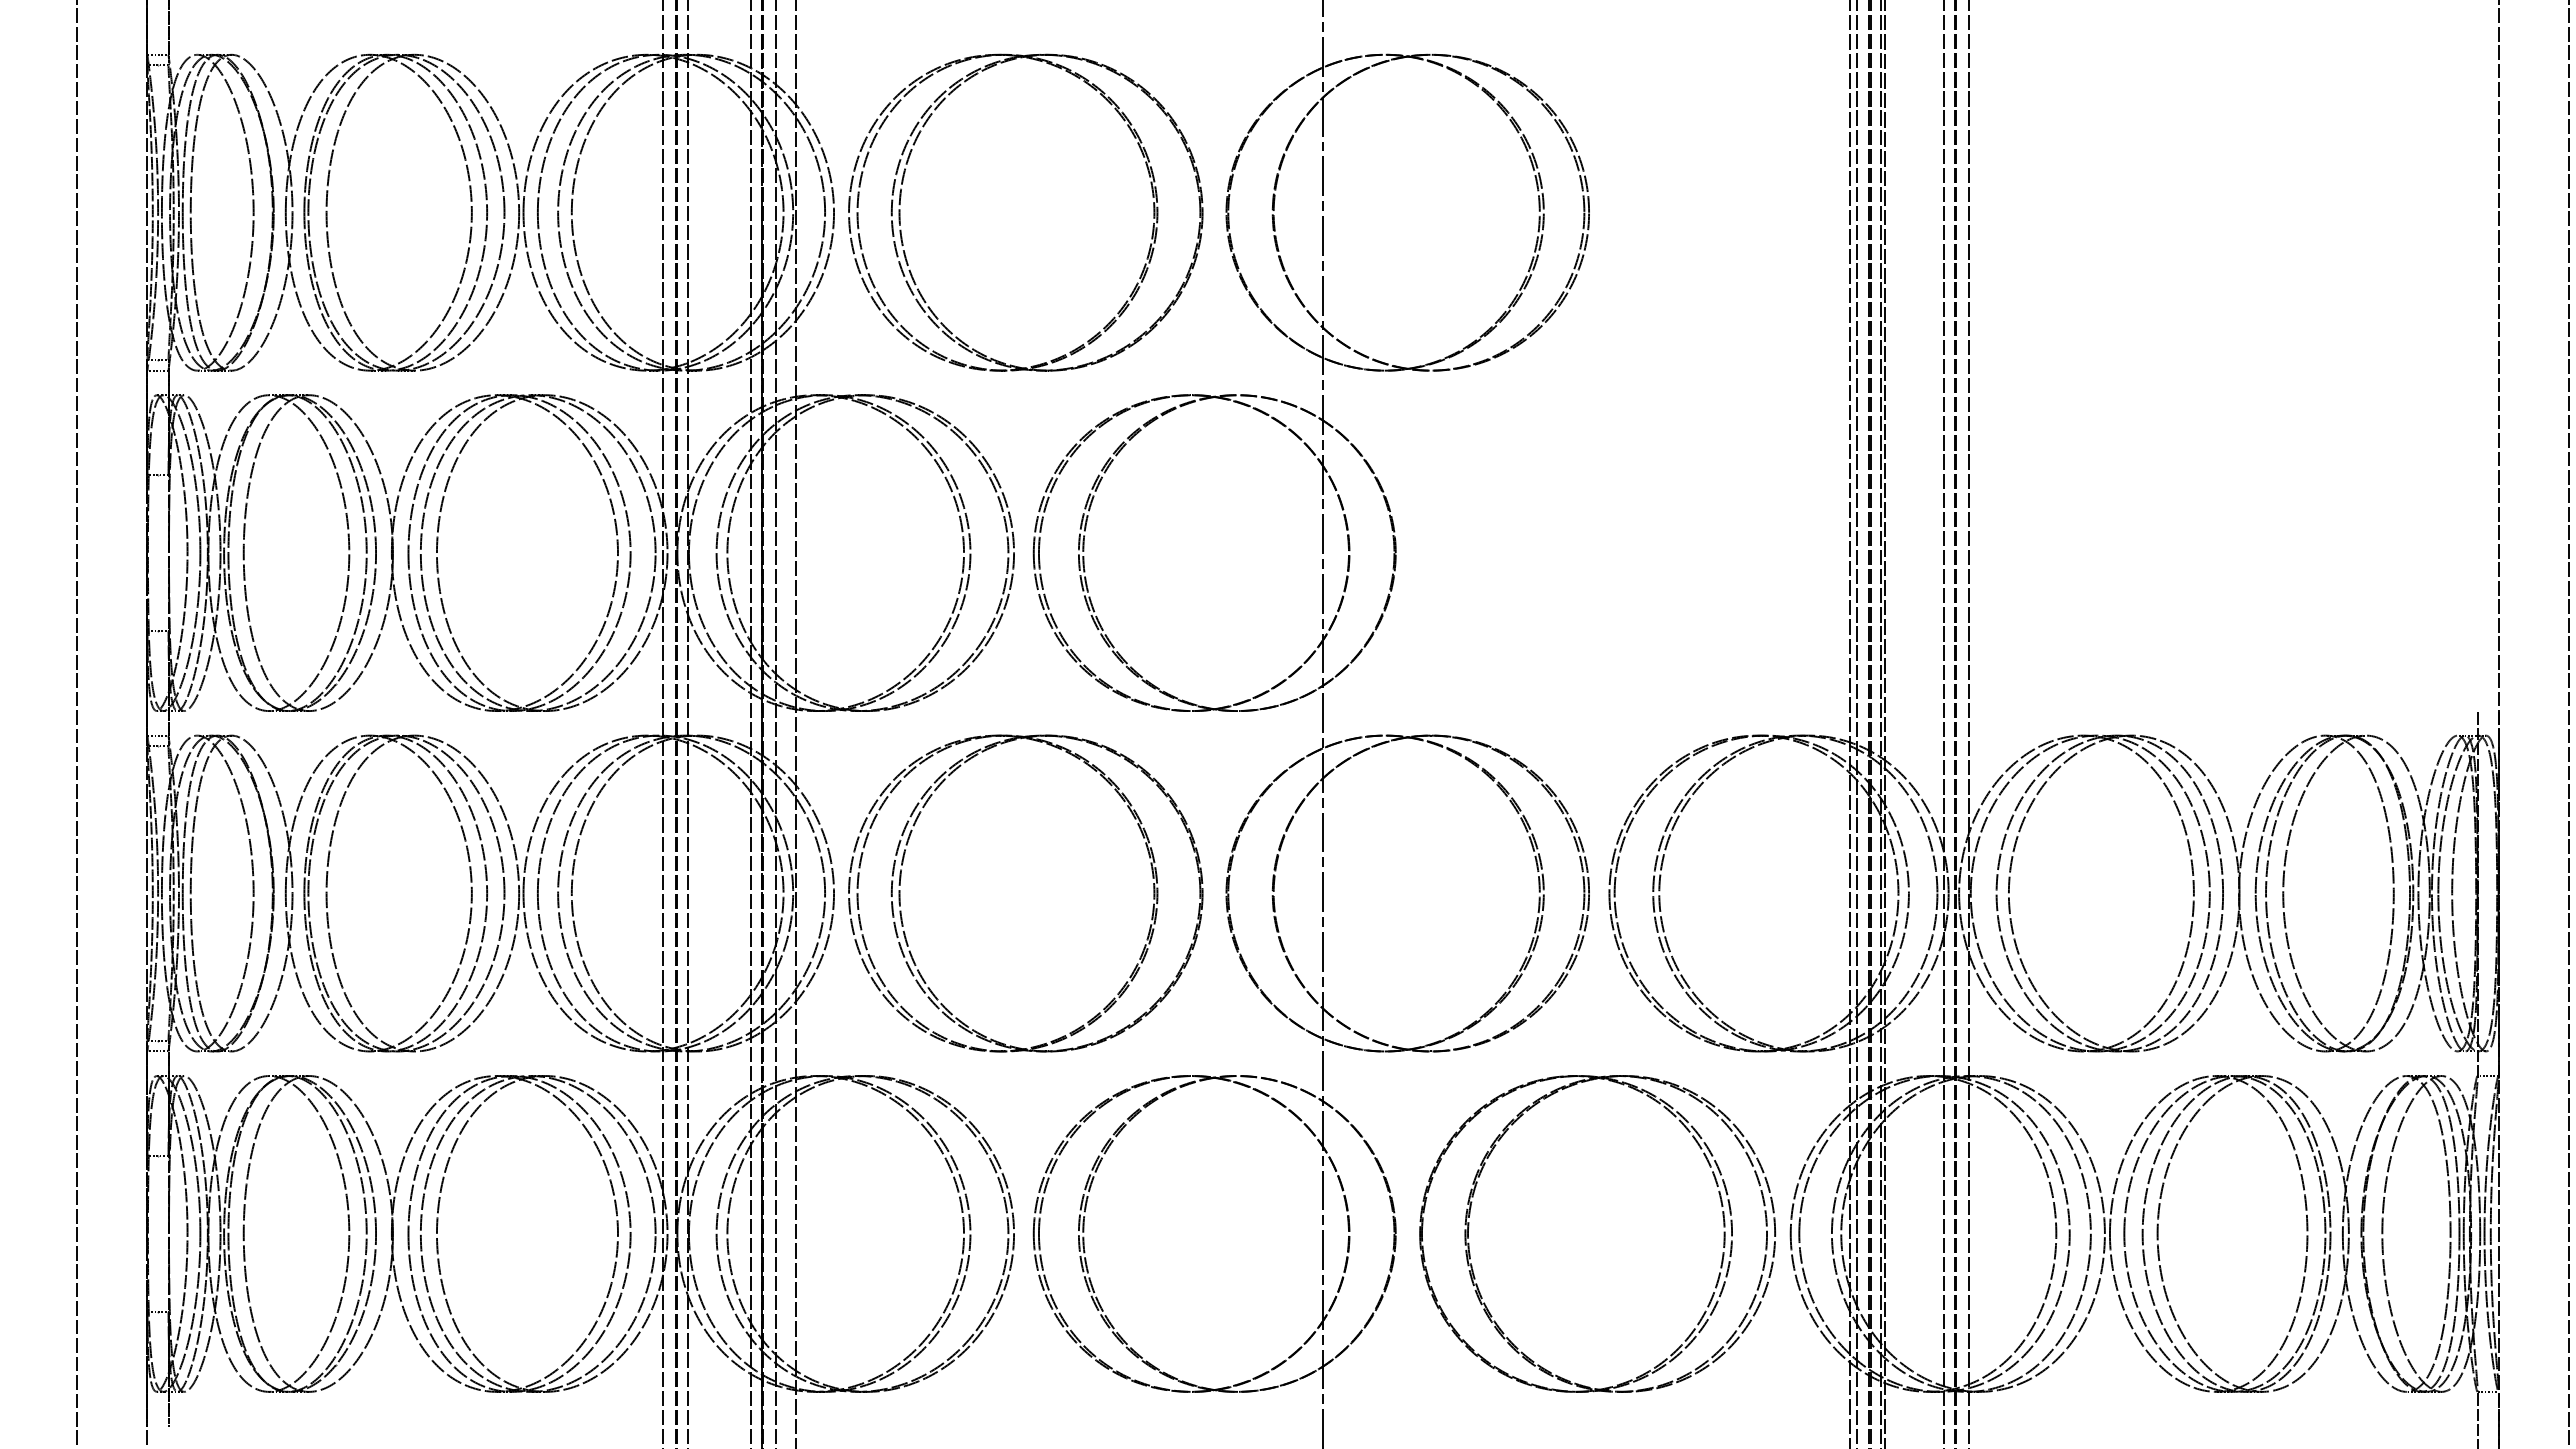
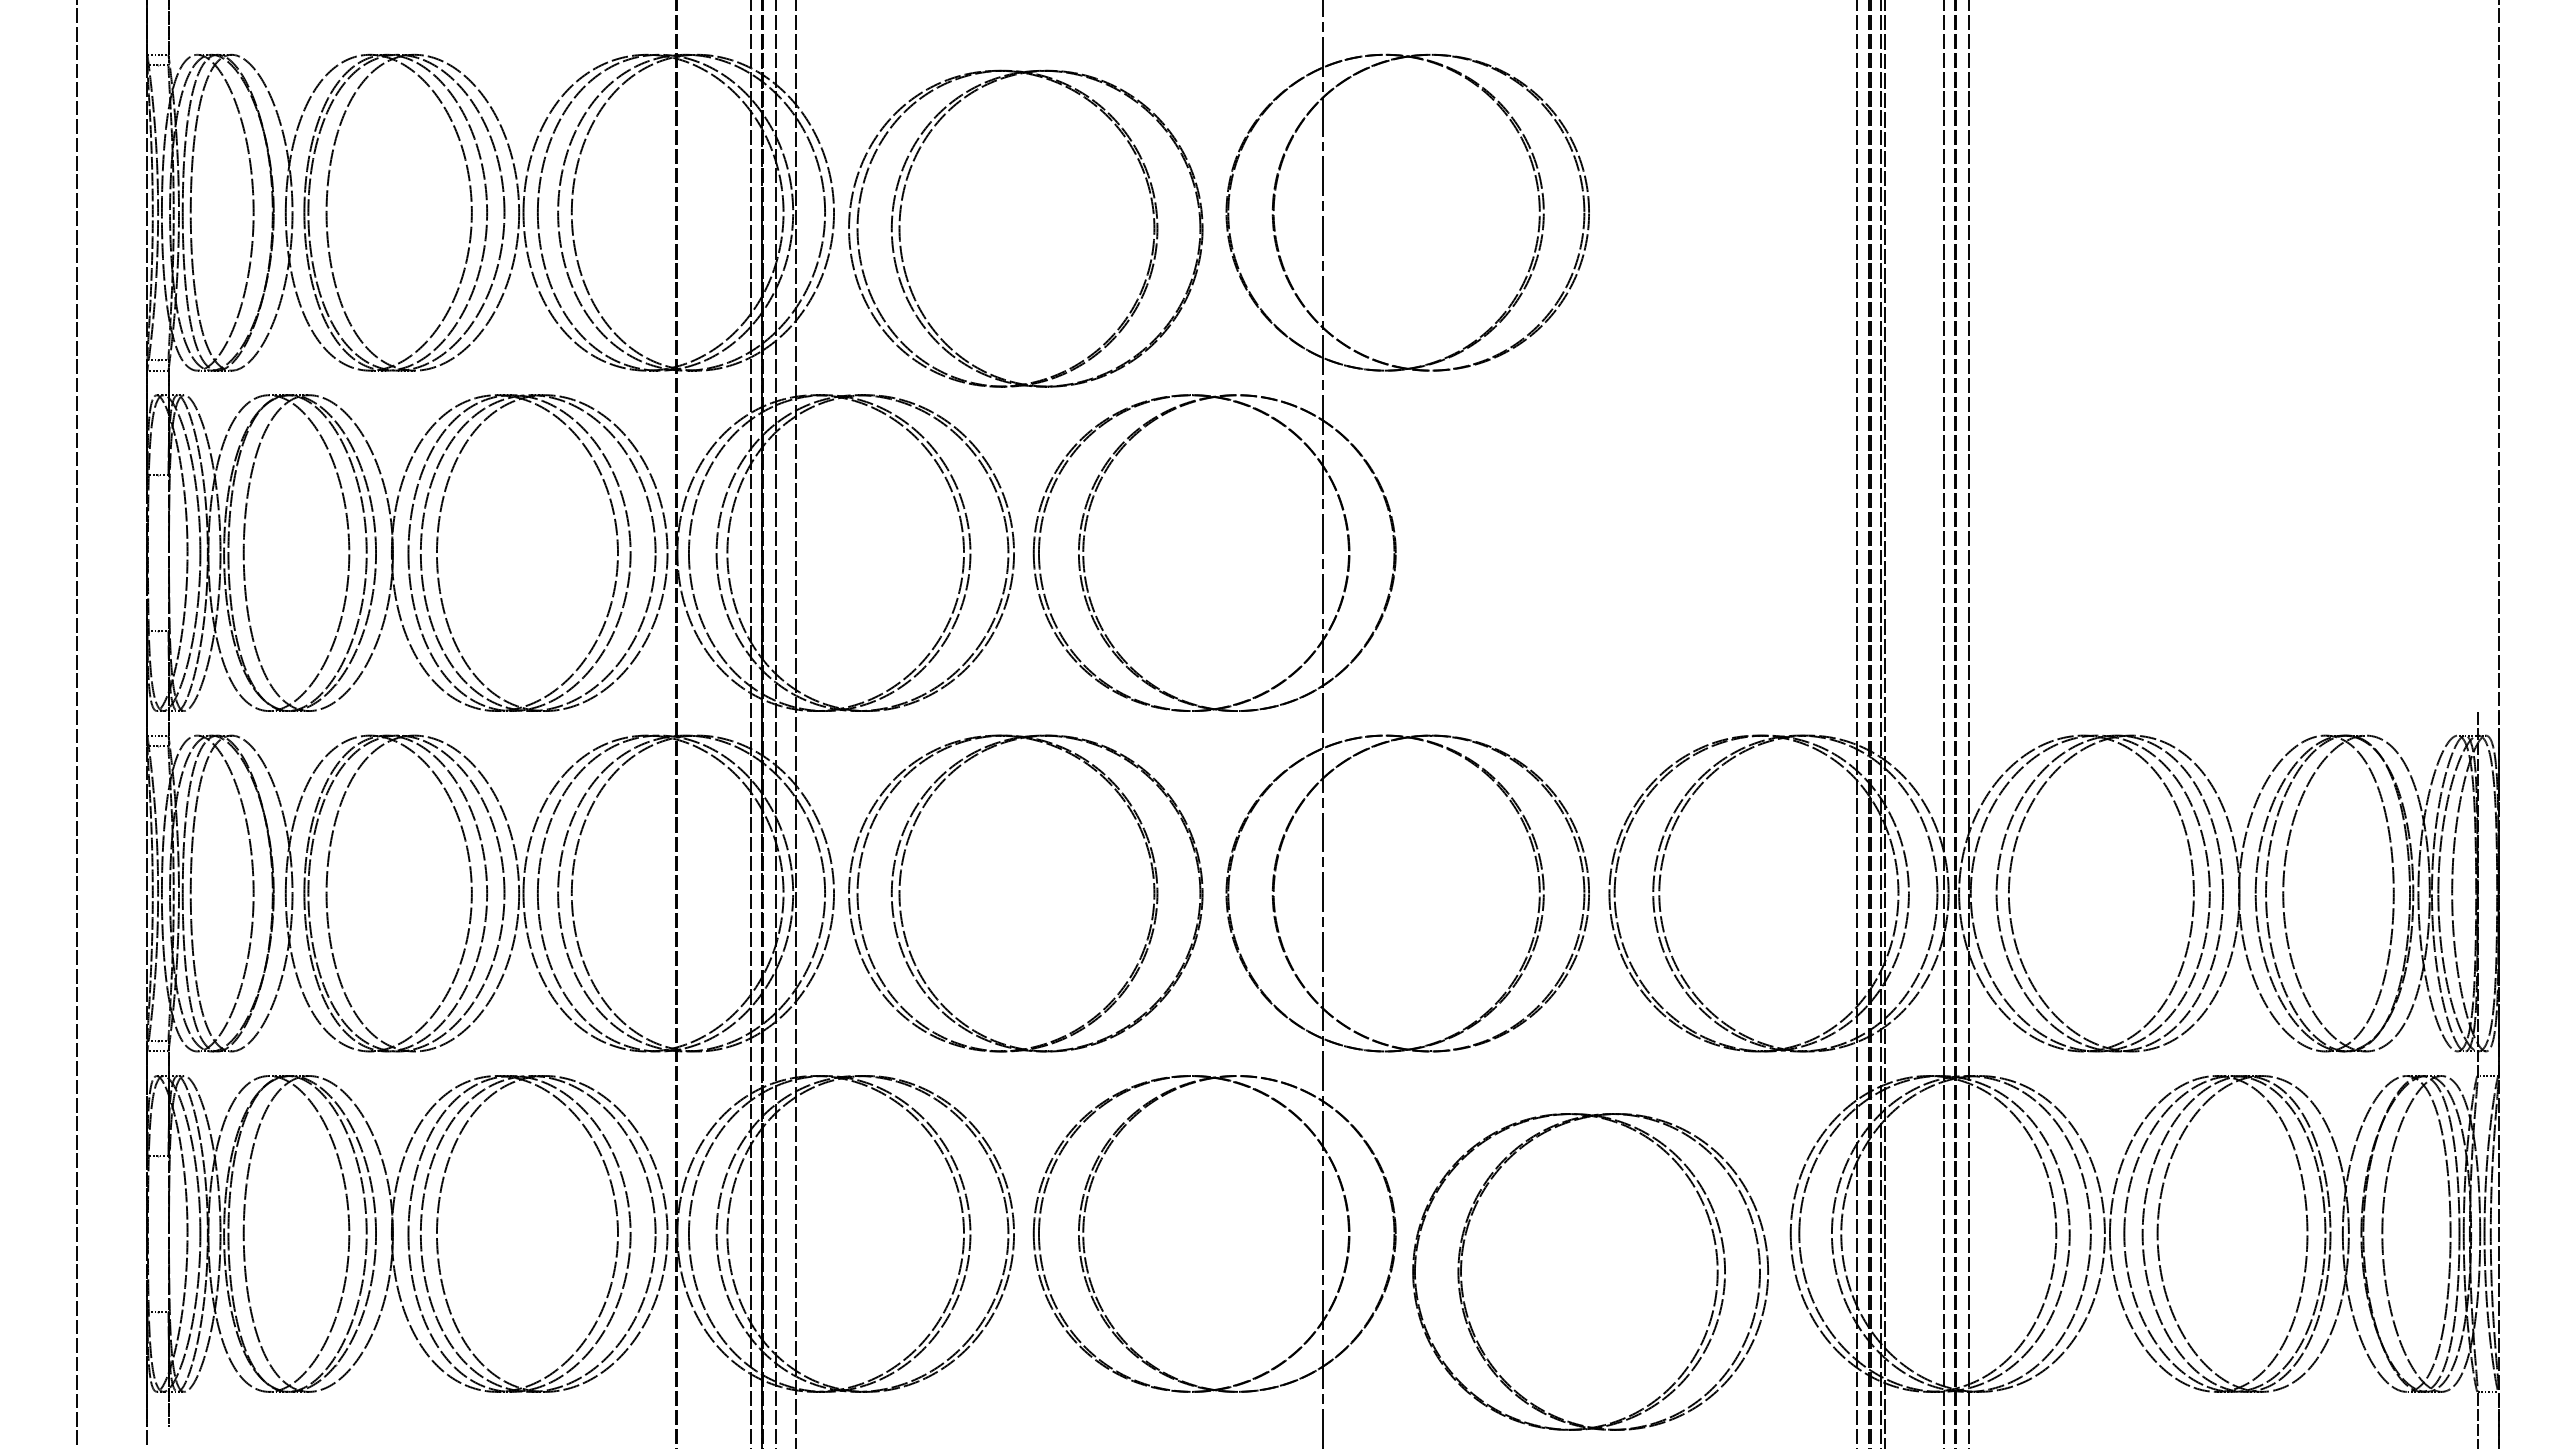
part at (901, 197) position: (901, 197) -> (901, 213)
line at (663, 723): present -> none
line at (687, 723): present -> none
line at (1850, 723): present -> none
line at (2568, 723): present -> none
part at (1723, 1233) position: (1723, 1233) -> (1716, 1271)
